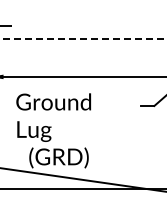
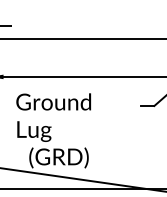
line at (83, 38): dashed -> solid
